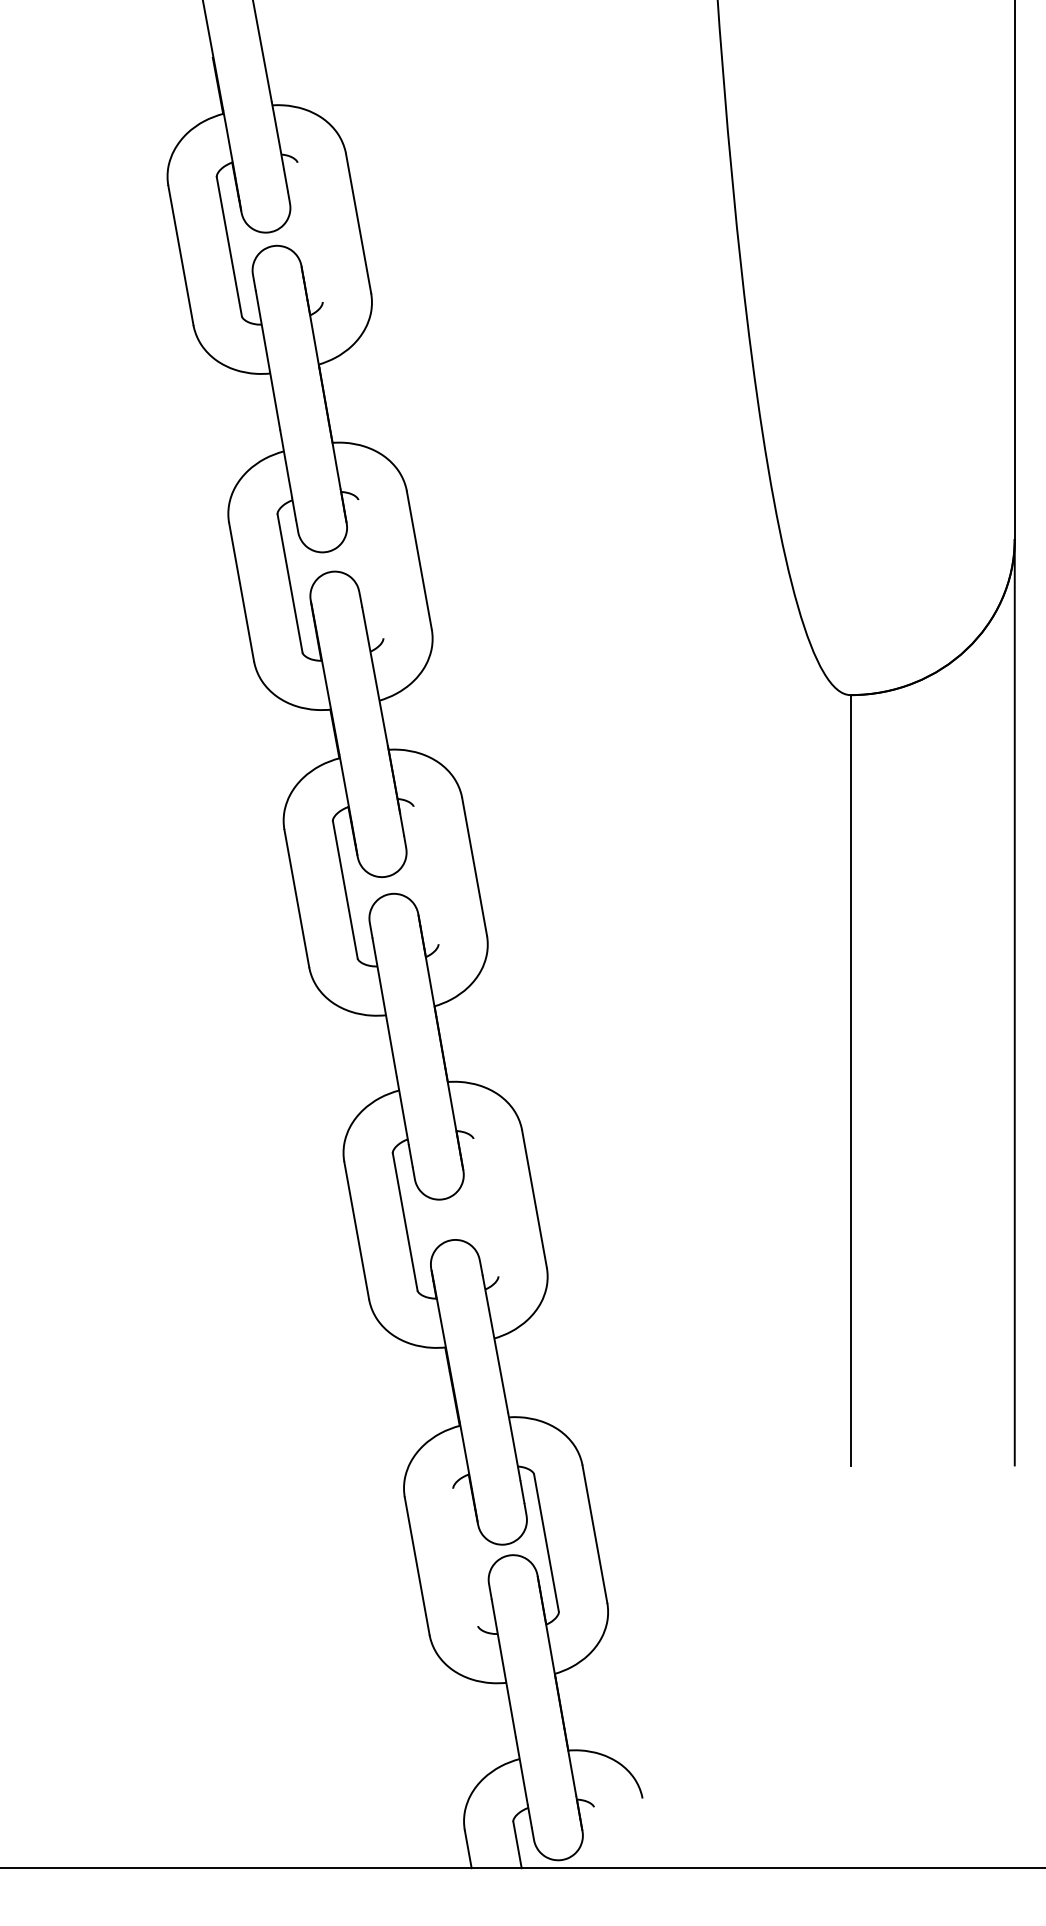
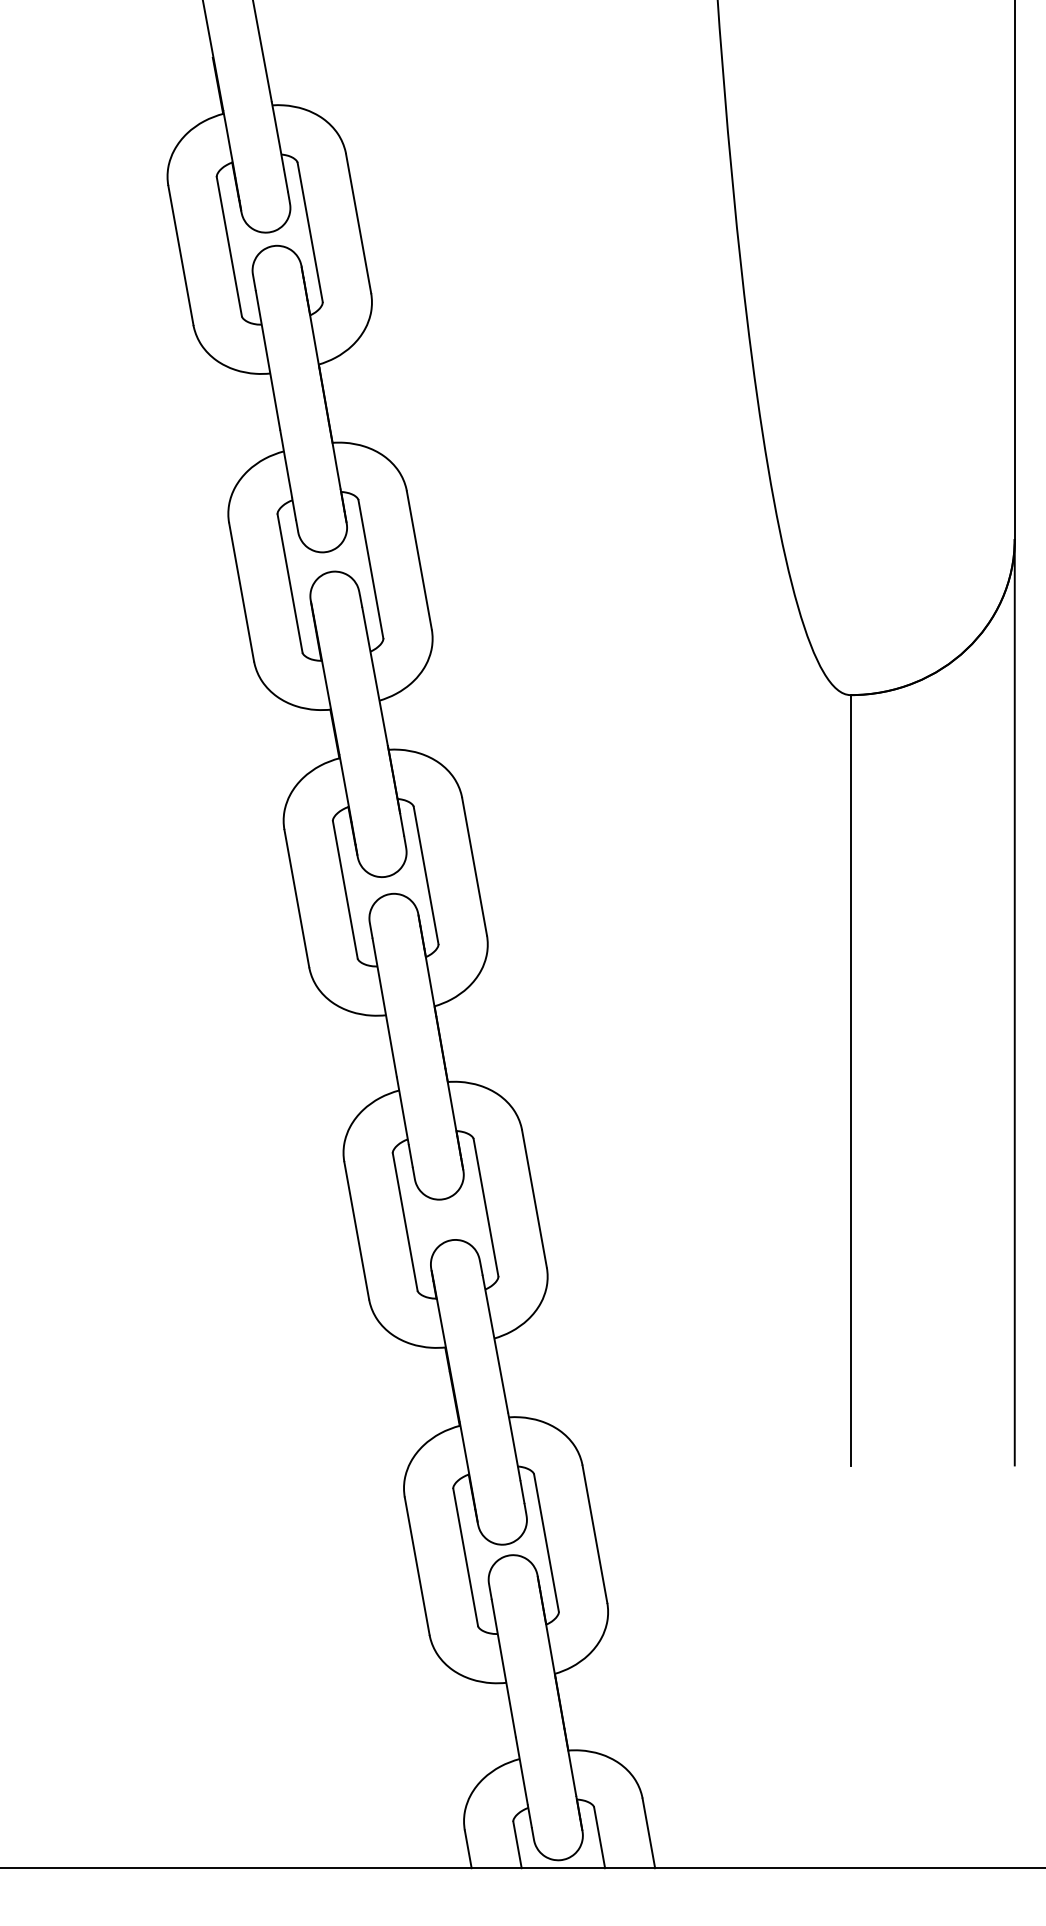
line at (309, 231): none -> present
line at (370, 569): none -> present
line at (425, 875): none -> present
line at (485, 1207): none -> present
line at (465, 1557): none -> present
line at (648, 1833): none -> present
line at (599, 1837): none -> present
